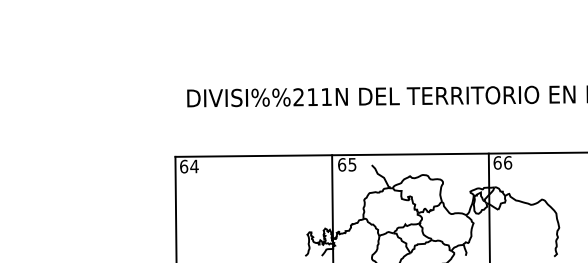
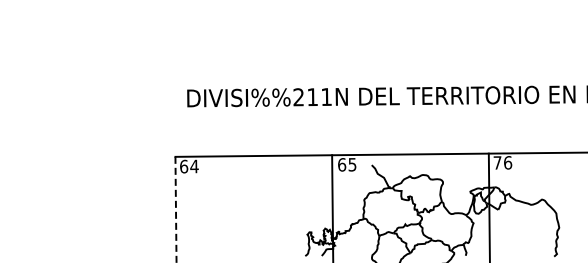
text at (497, 162): 66 -> 76
line at (175, 209): solid -> dashed
